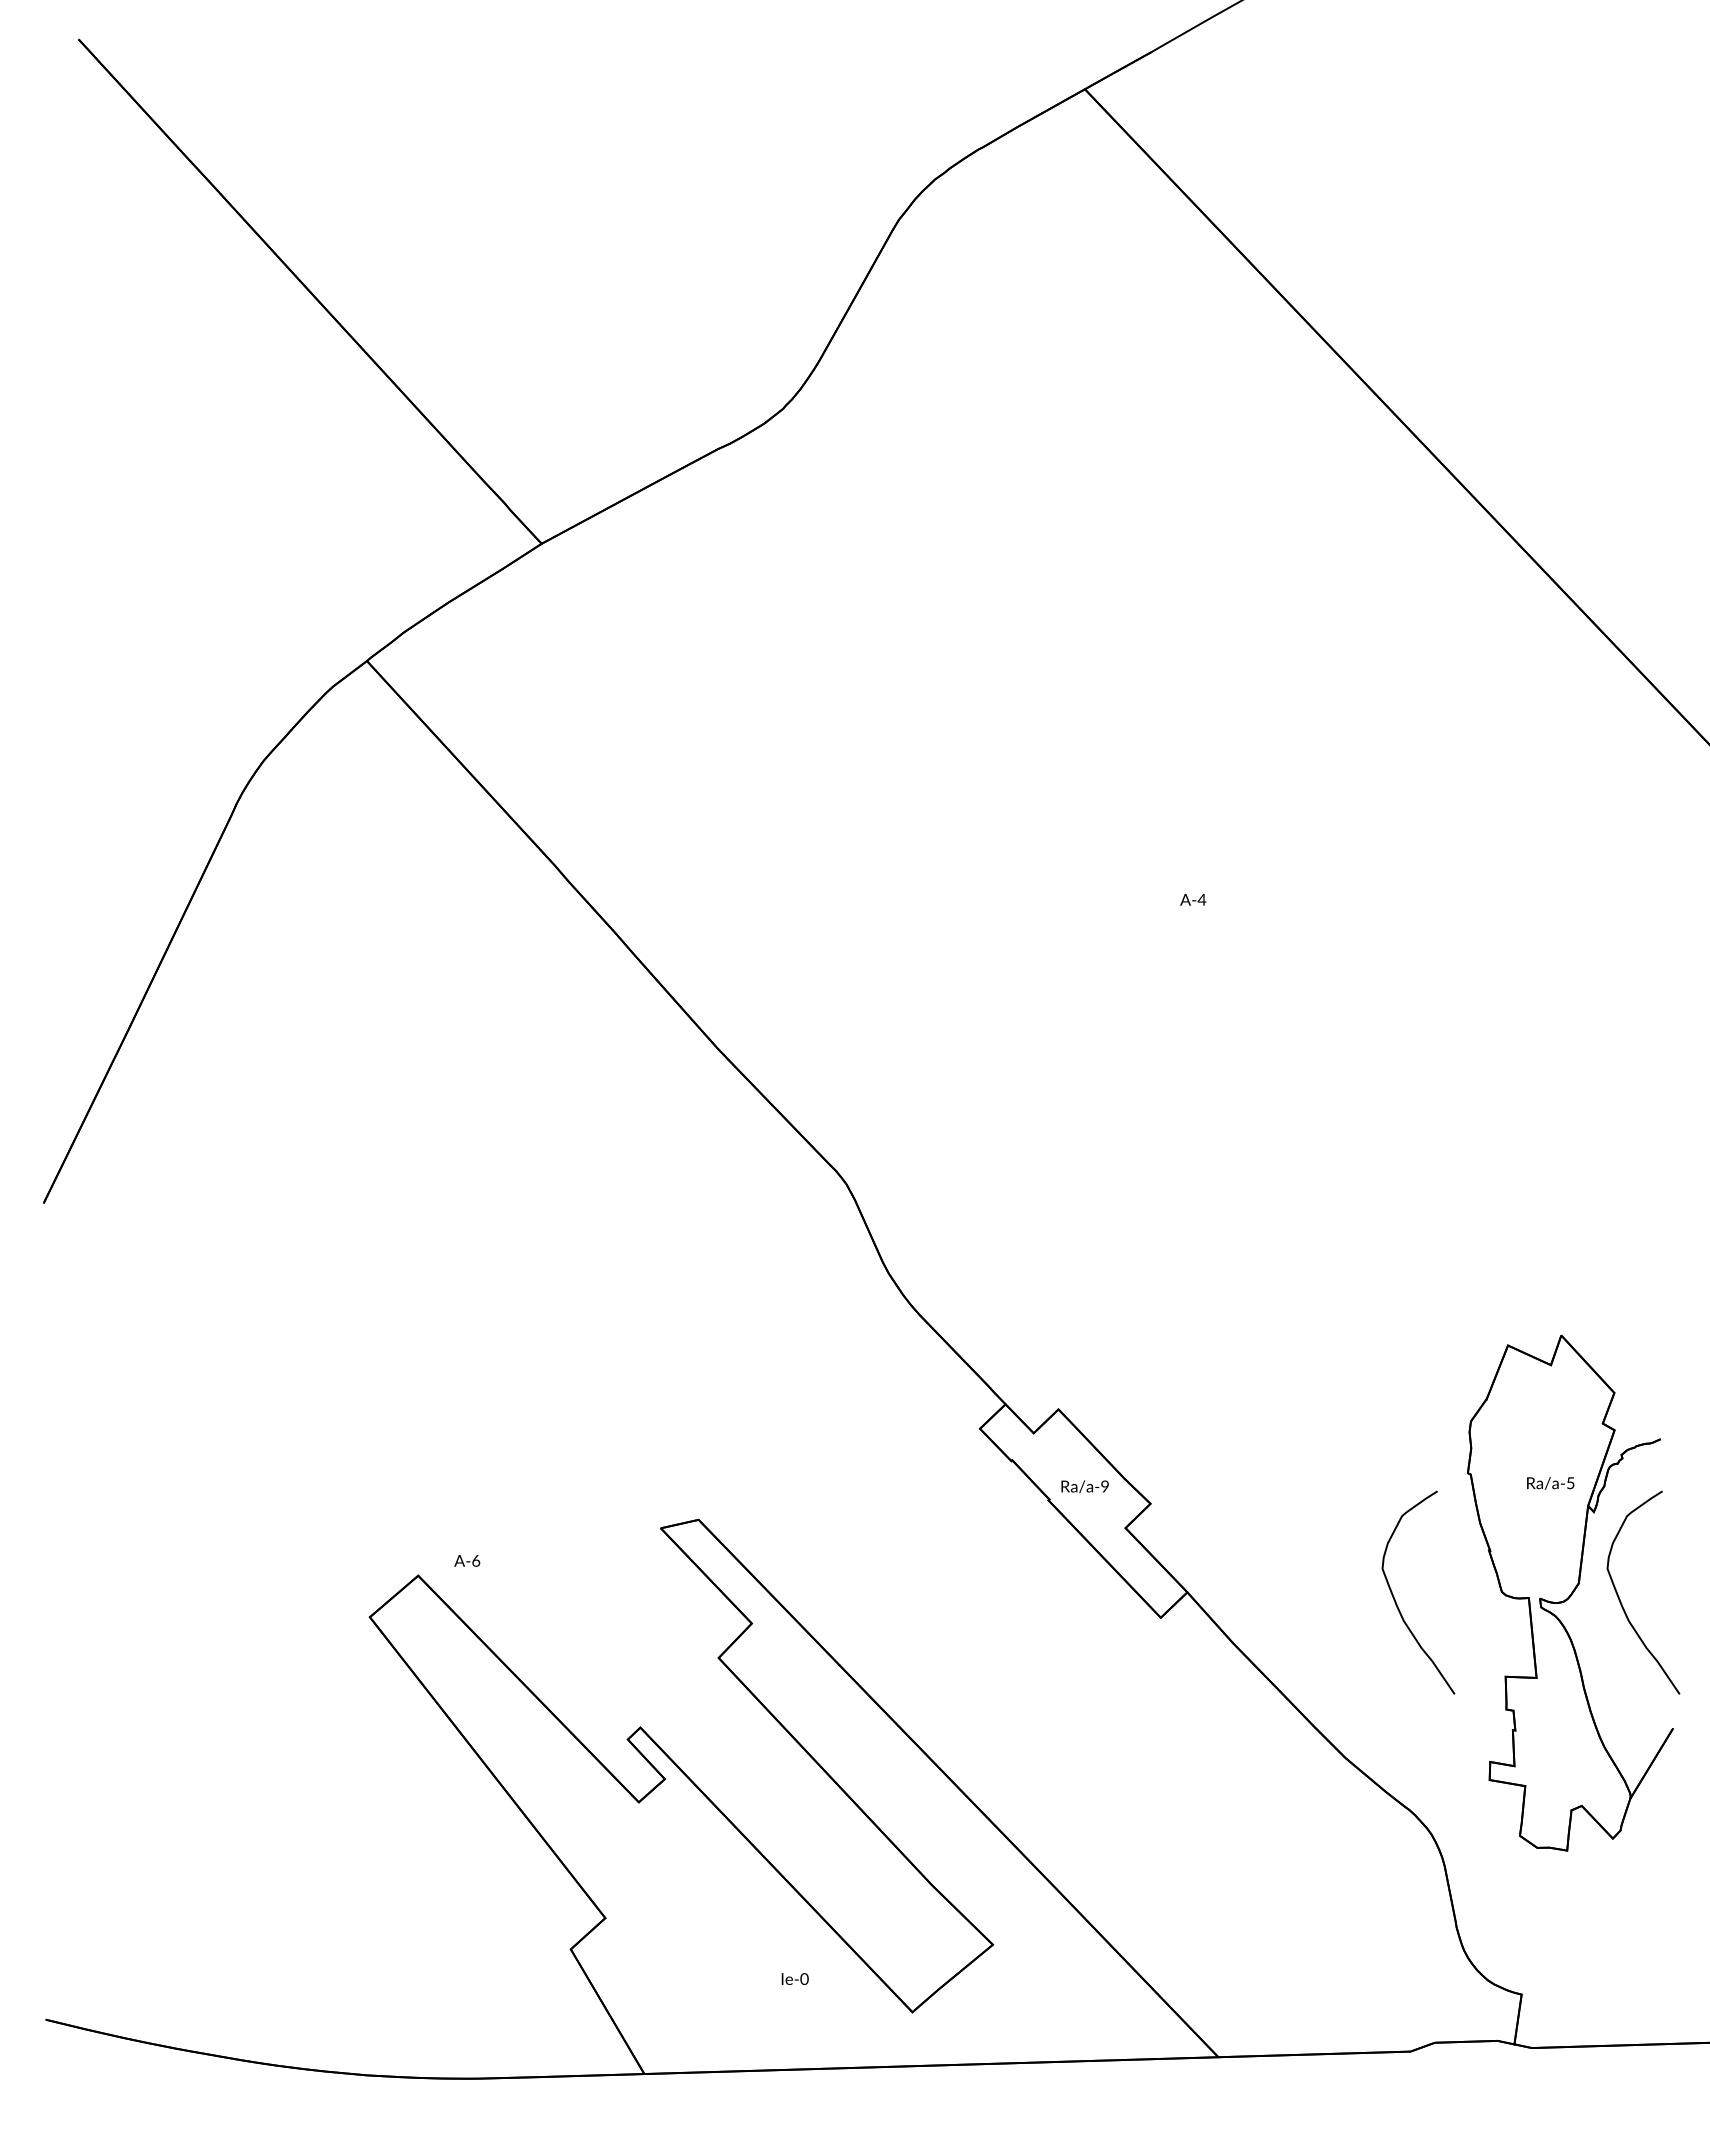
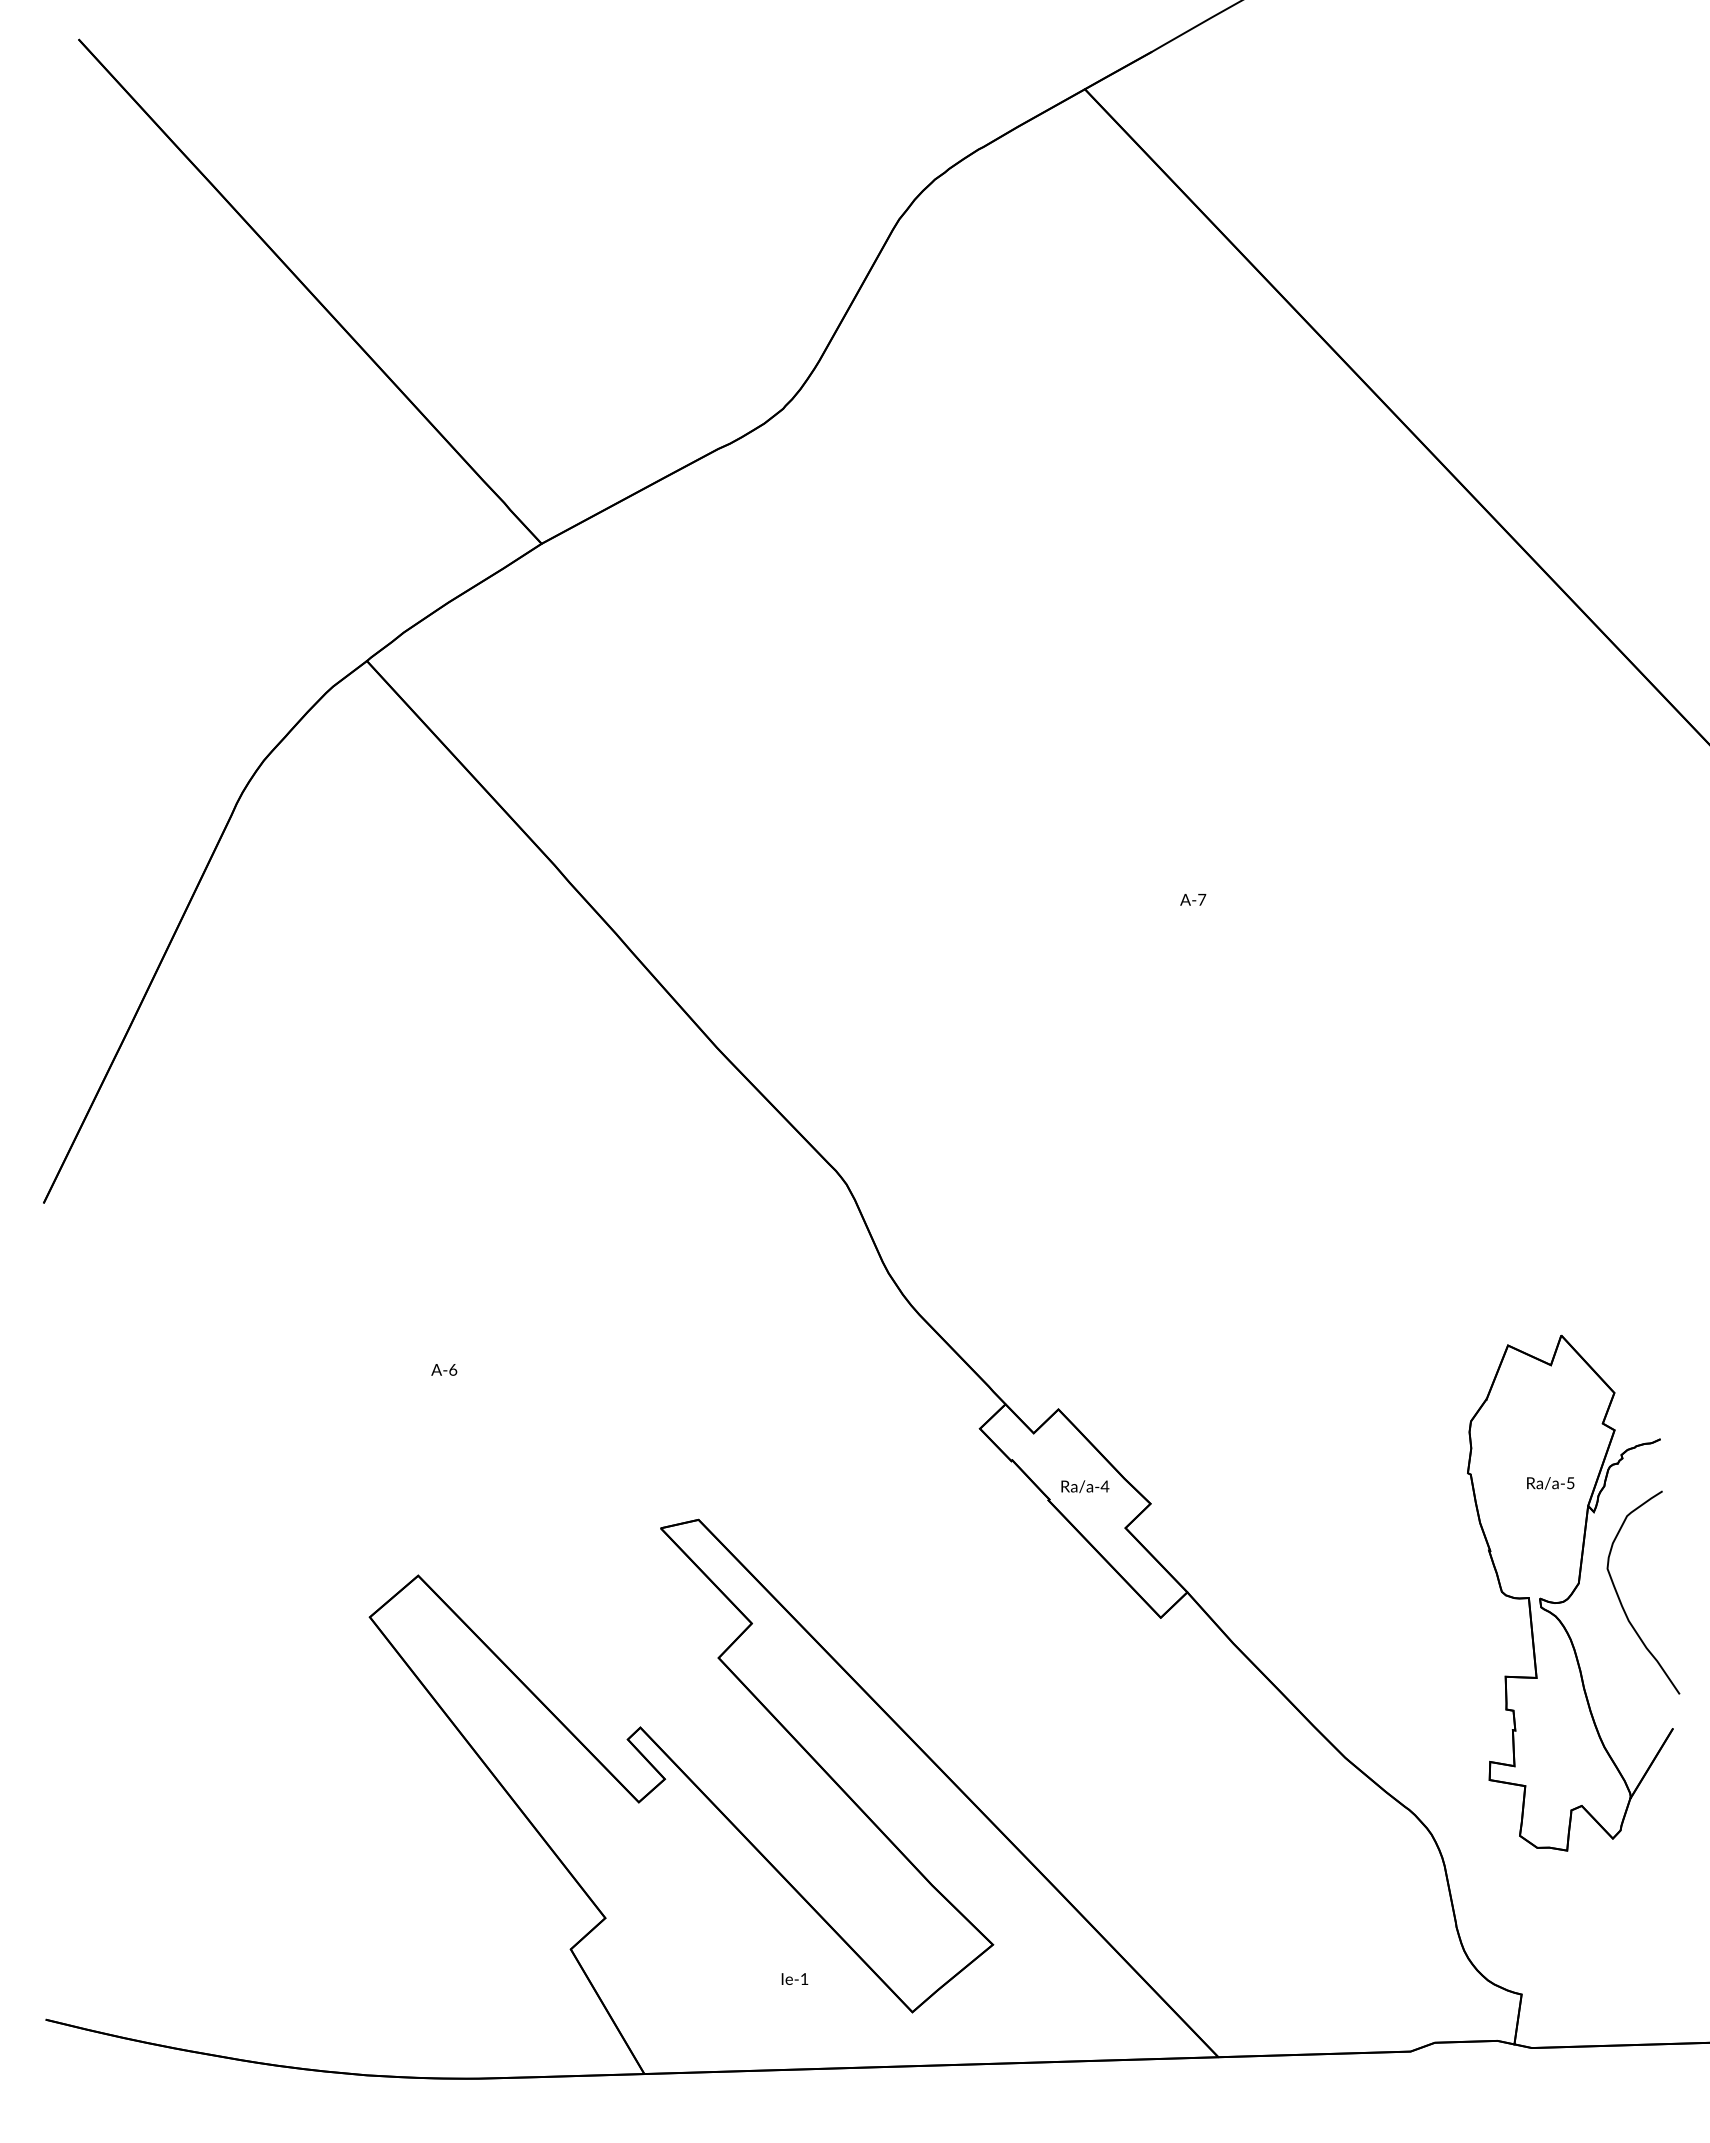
text at (1201, 899): A-4 -> A-7
text at (1104, 1486): Ra/a-9 -> Ra/a-4
text at (467, 1560) position: (467, 1560) -> (444, 1369)
curve at (1396, 1601): present -> none
text at (804, 1978): Ie-0 -> Ie-1
